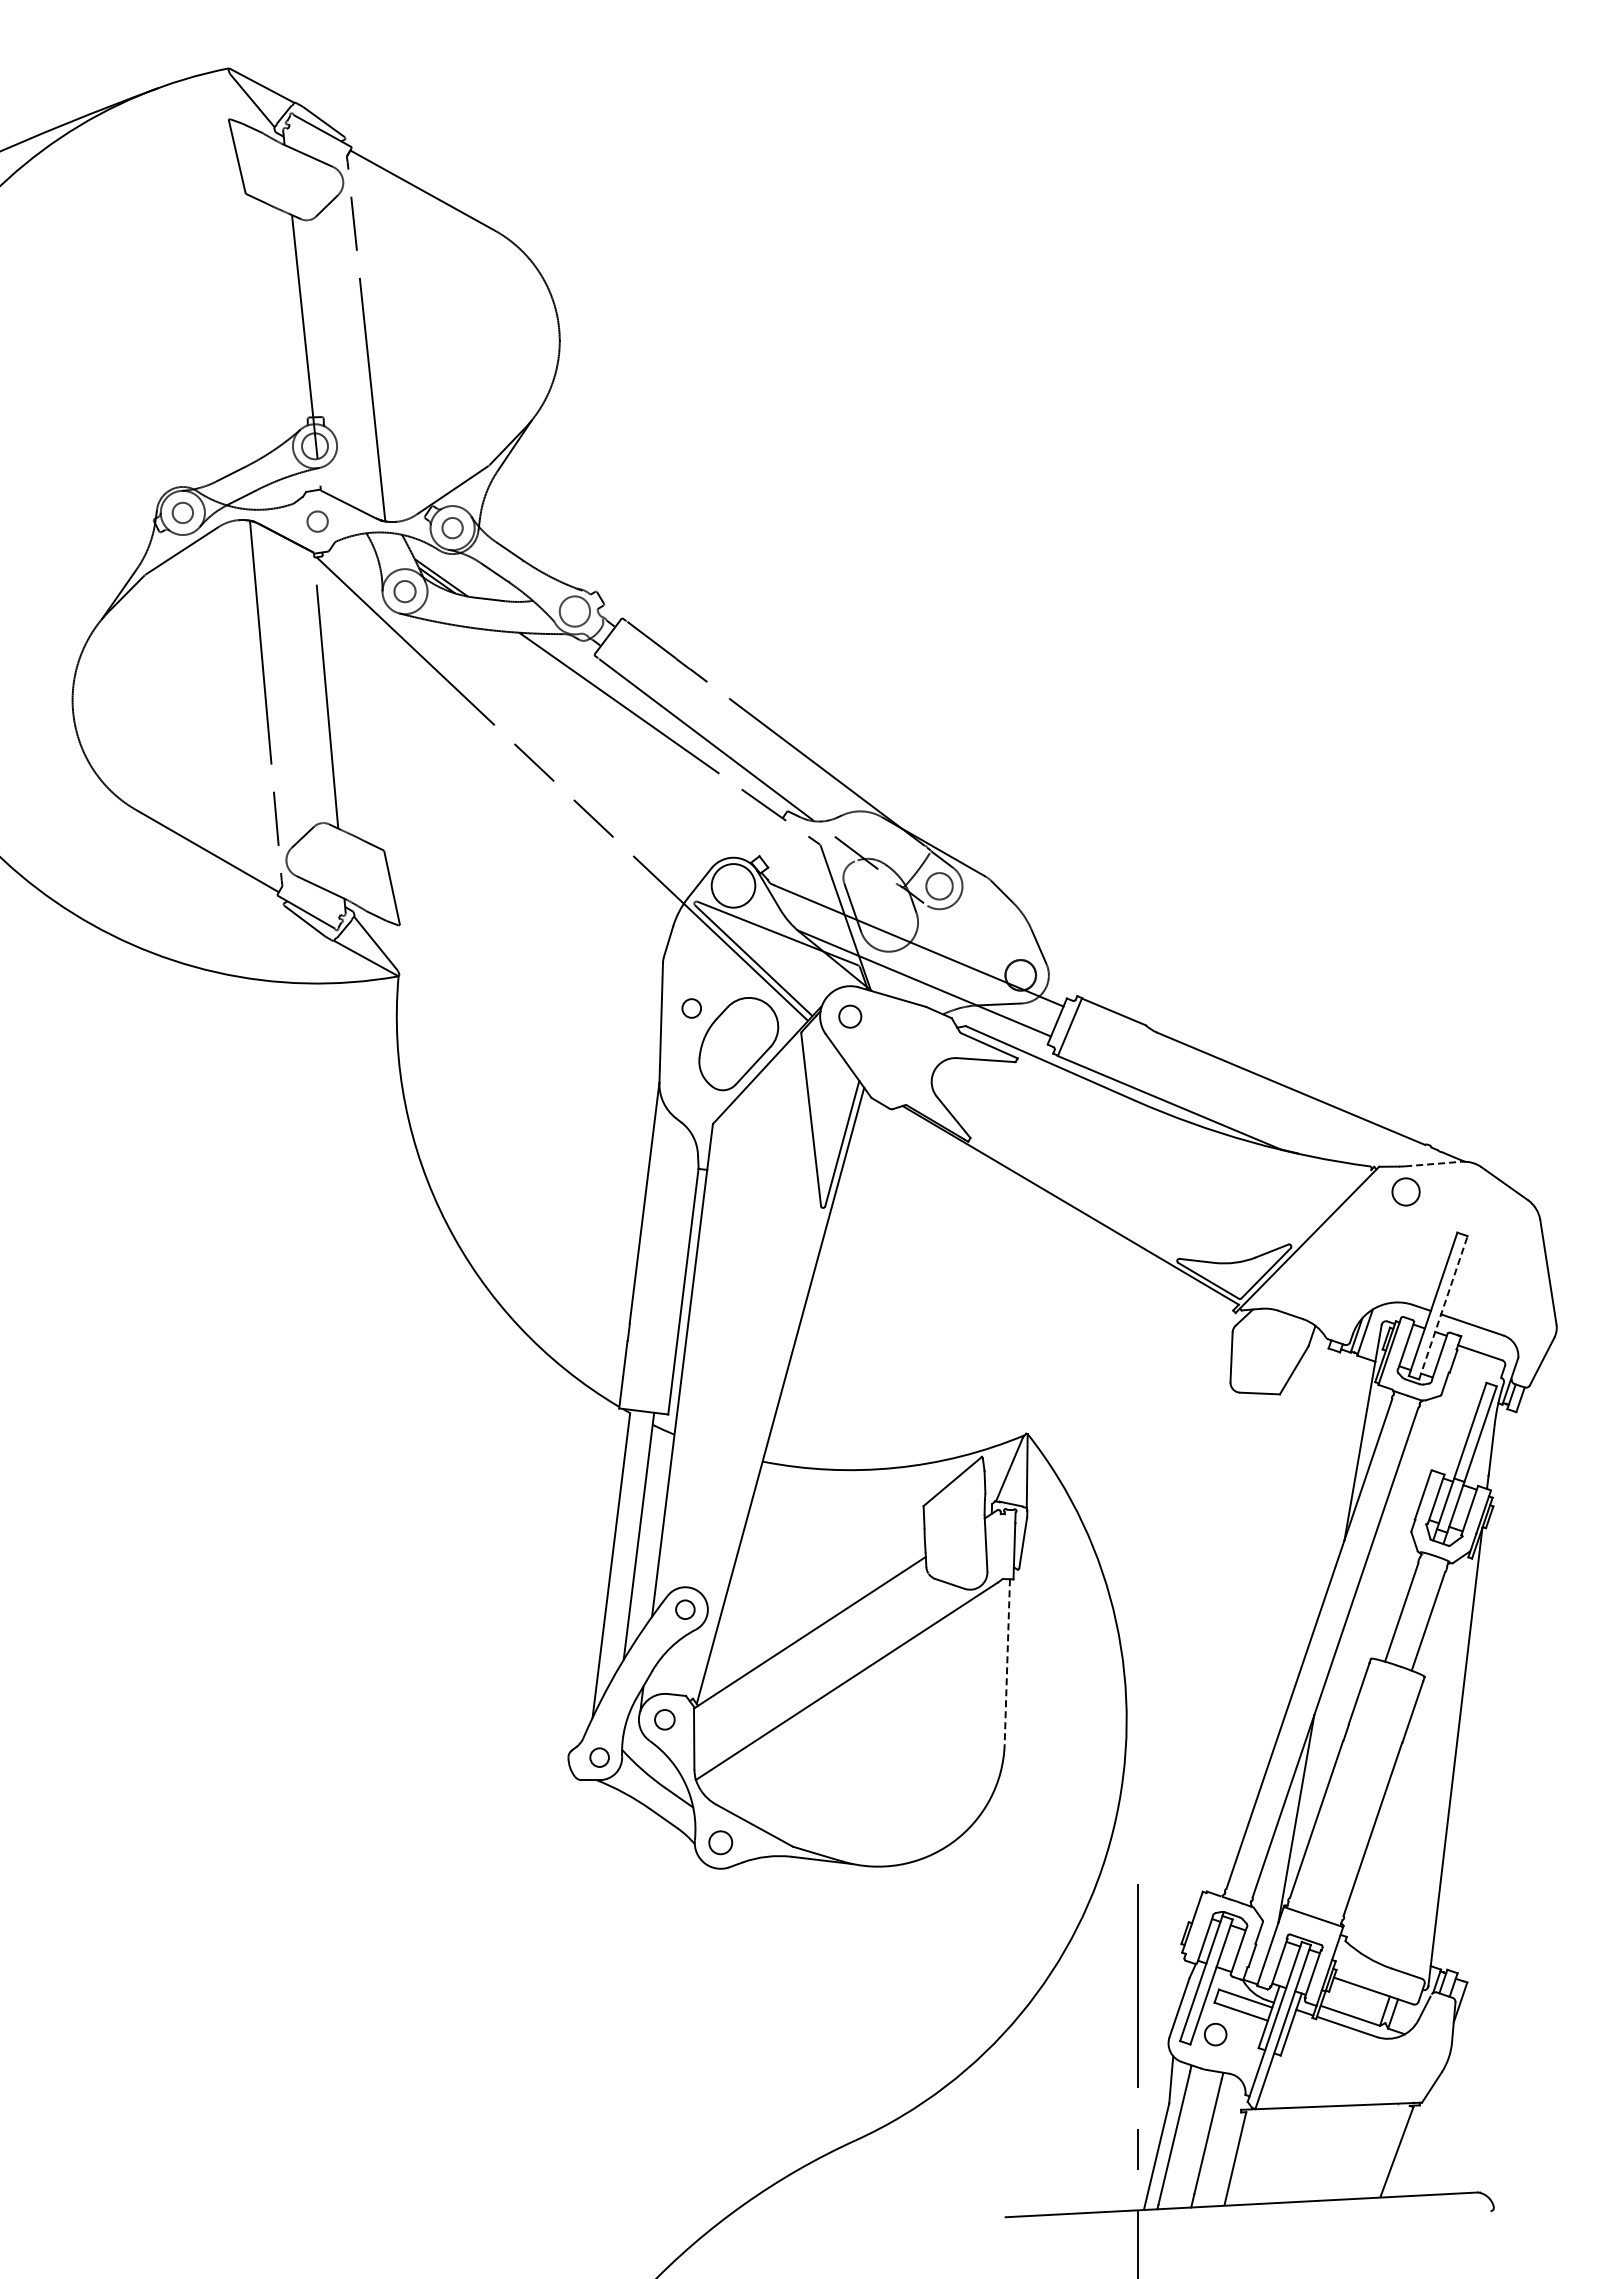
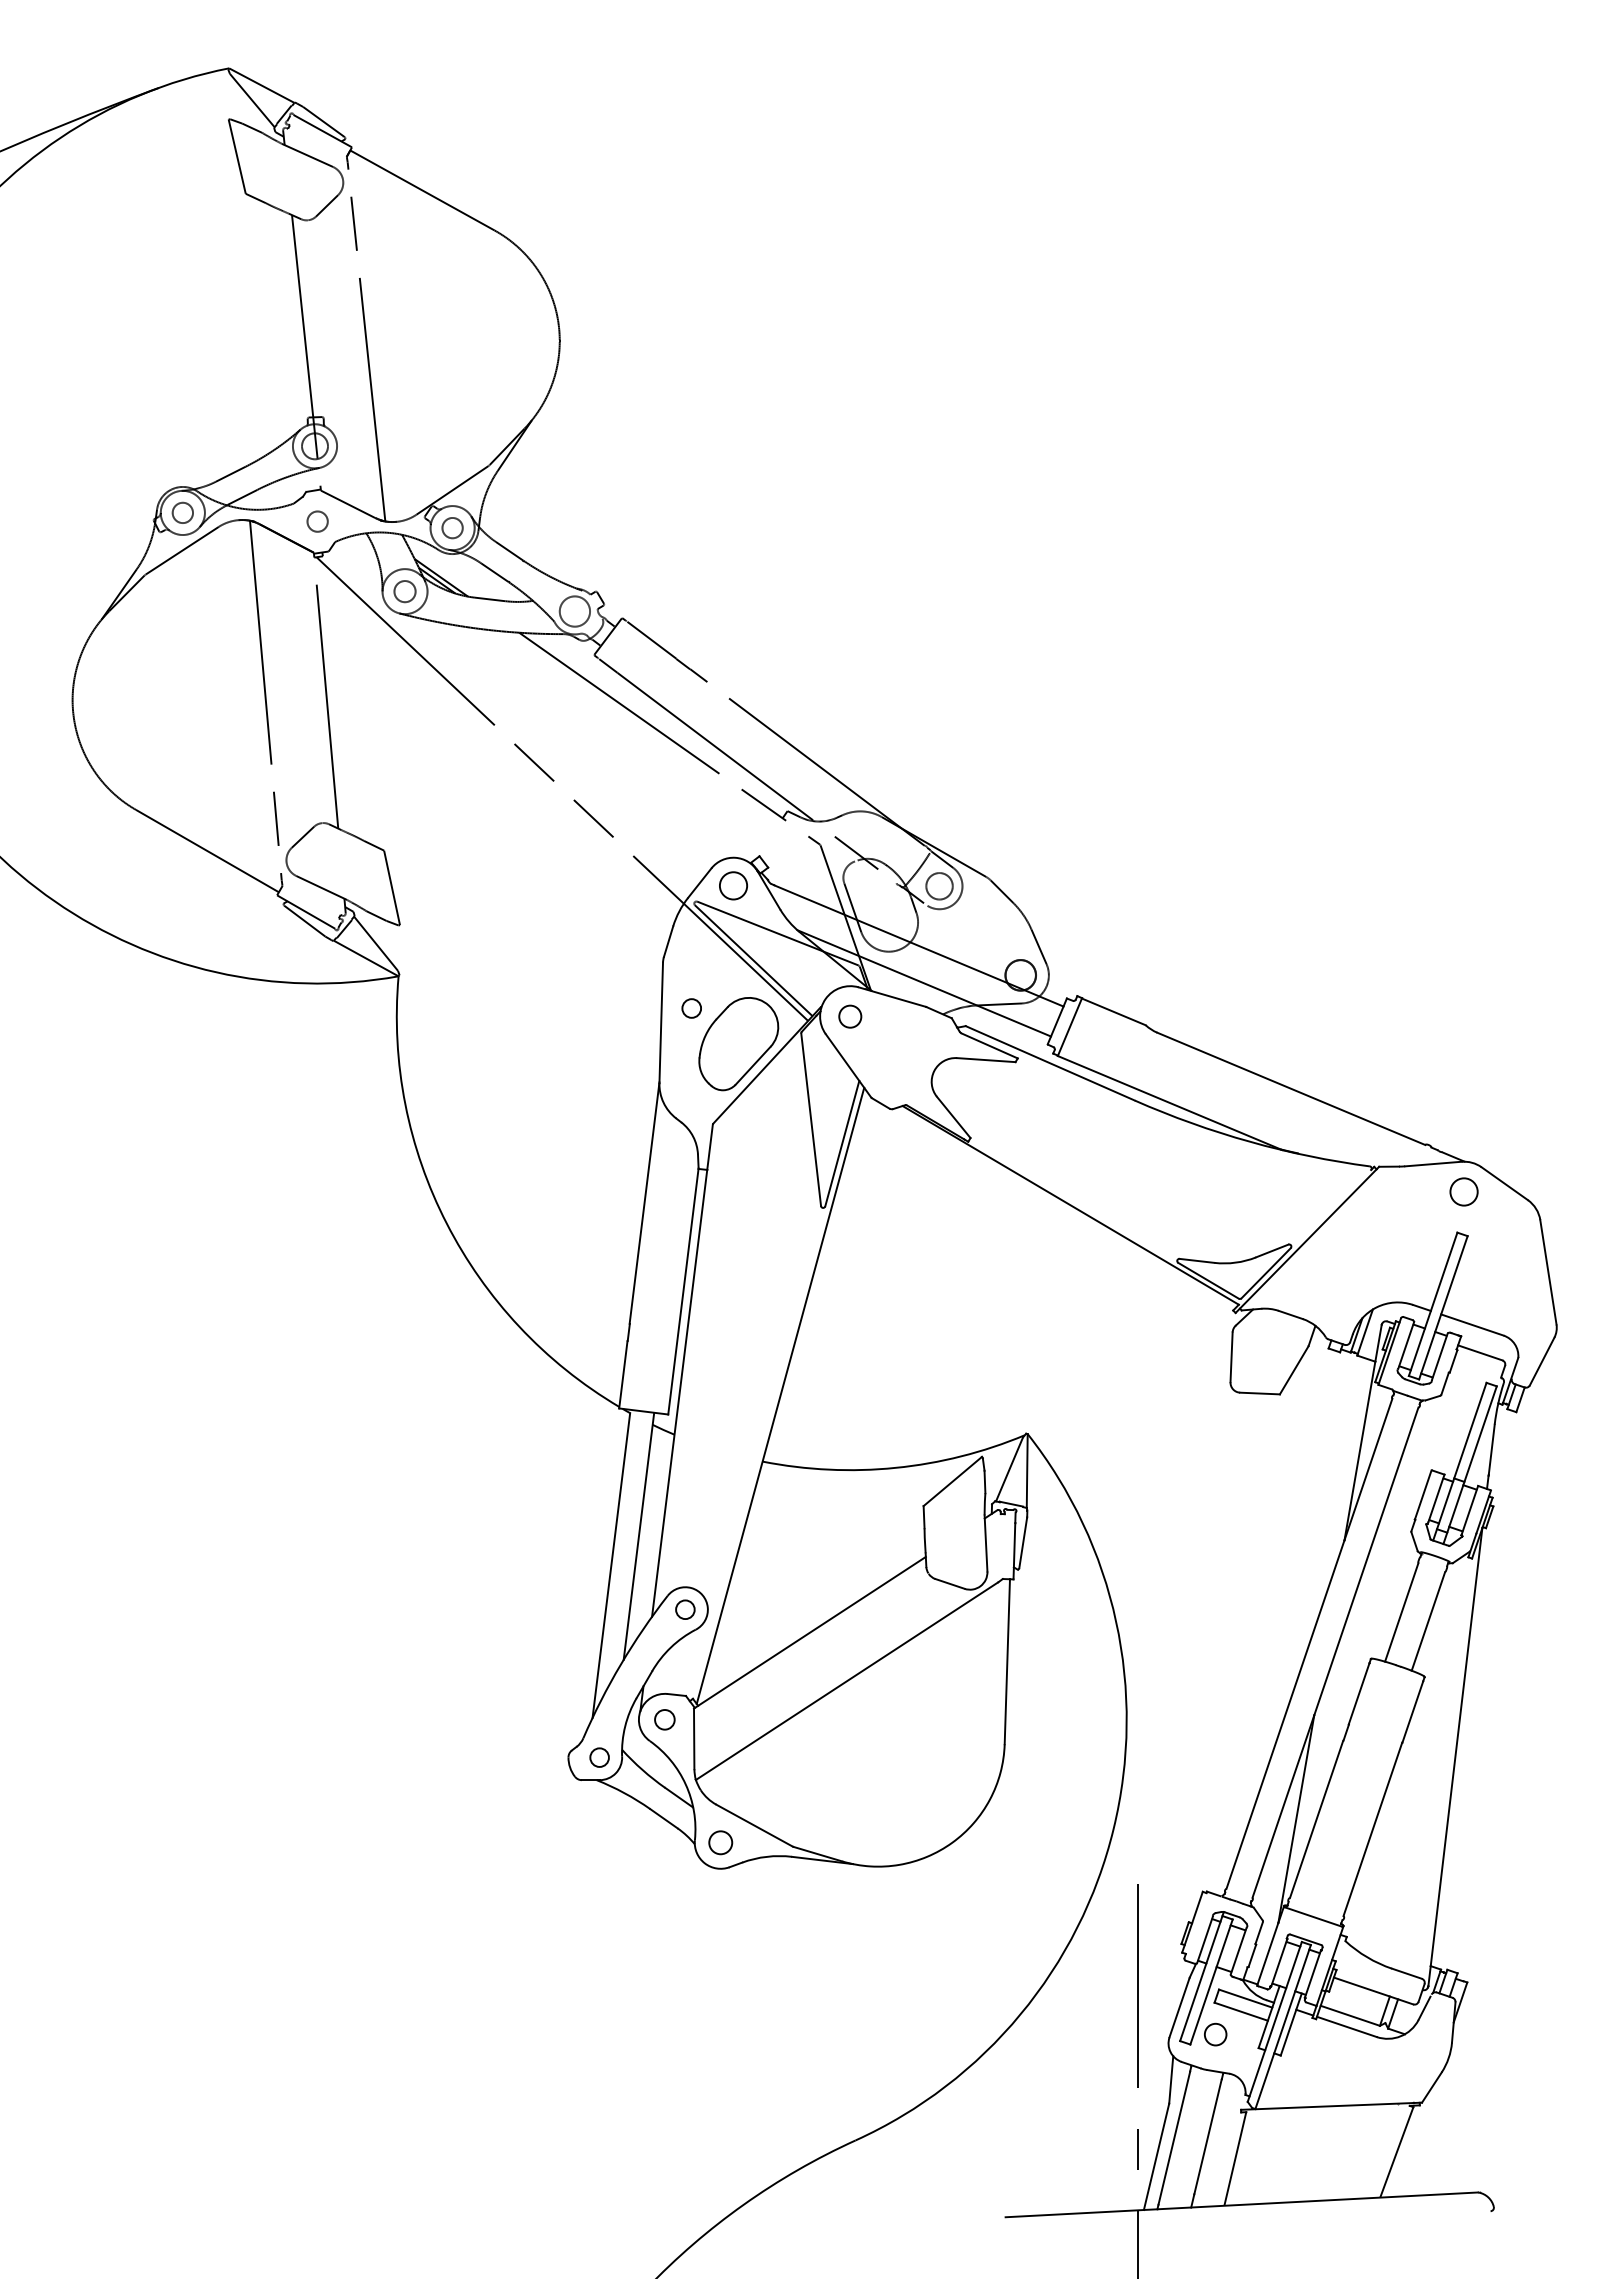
circle at (733, 885) diameter: 44 px -> 27 px
line at (1433, 1164): dashed -> solid
circle at (1405, 1191) position: (1405, 1191) -> (1463, 1191)
line at (1443, 1307): dashed -> solid
line at (1007, 1662): dashed -> solid
